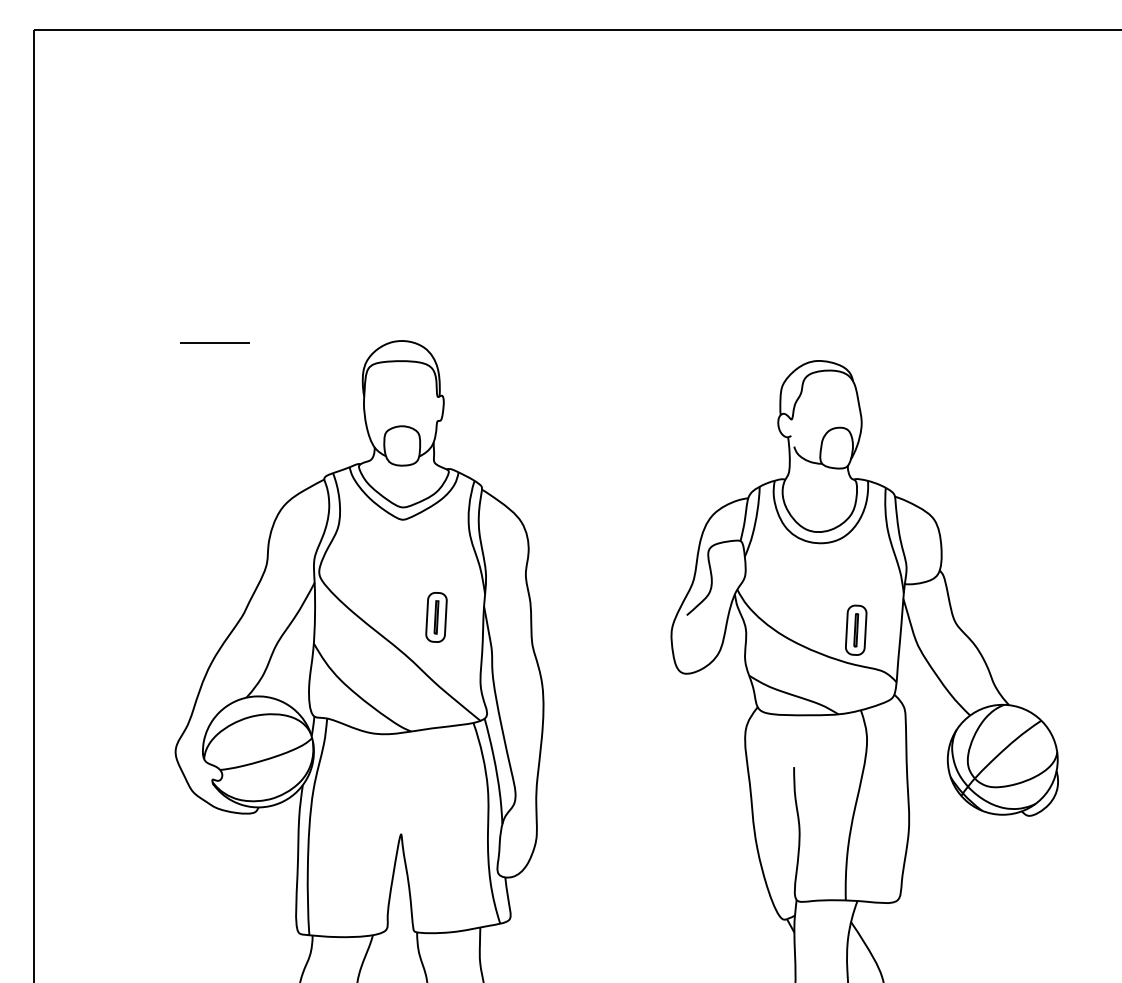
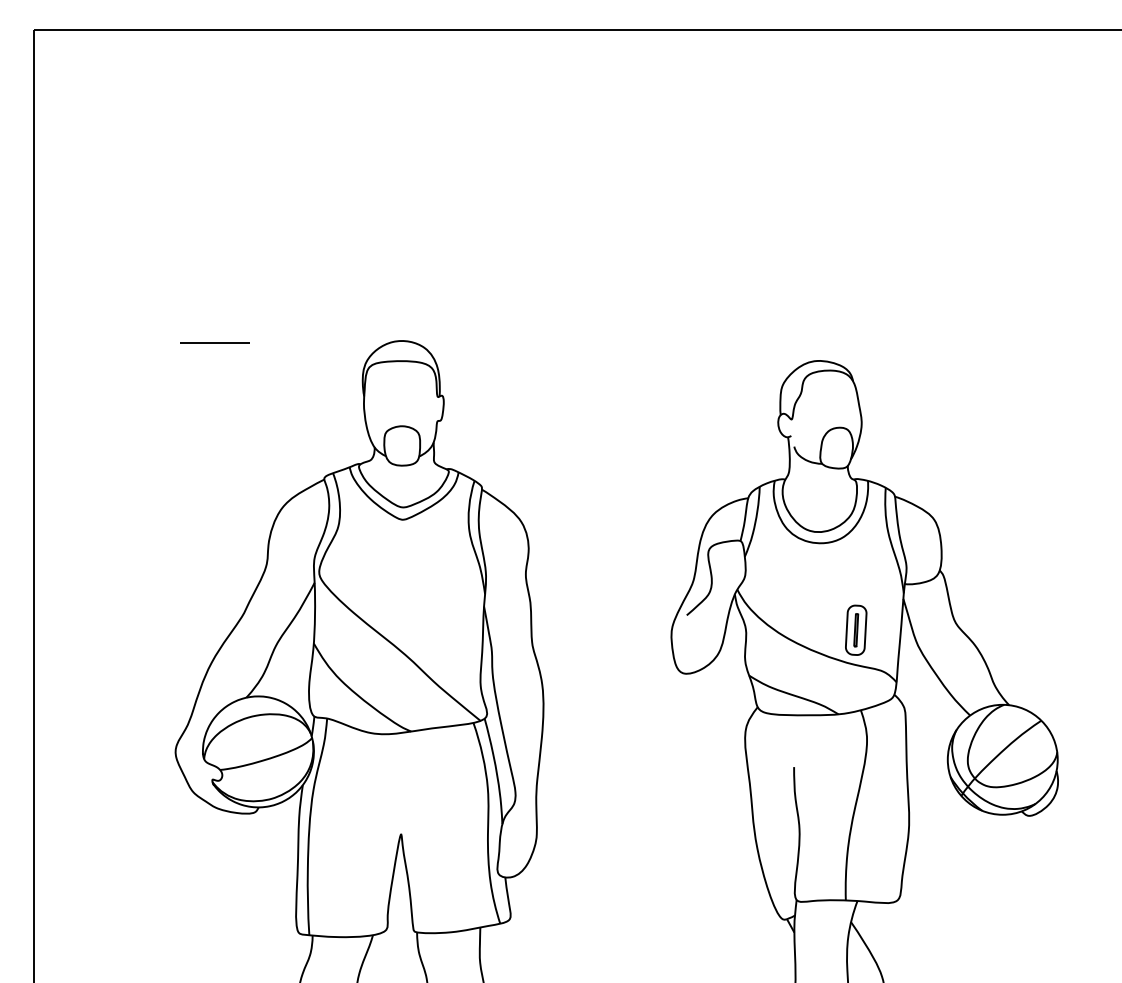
part at (436, 617): present -> none
